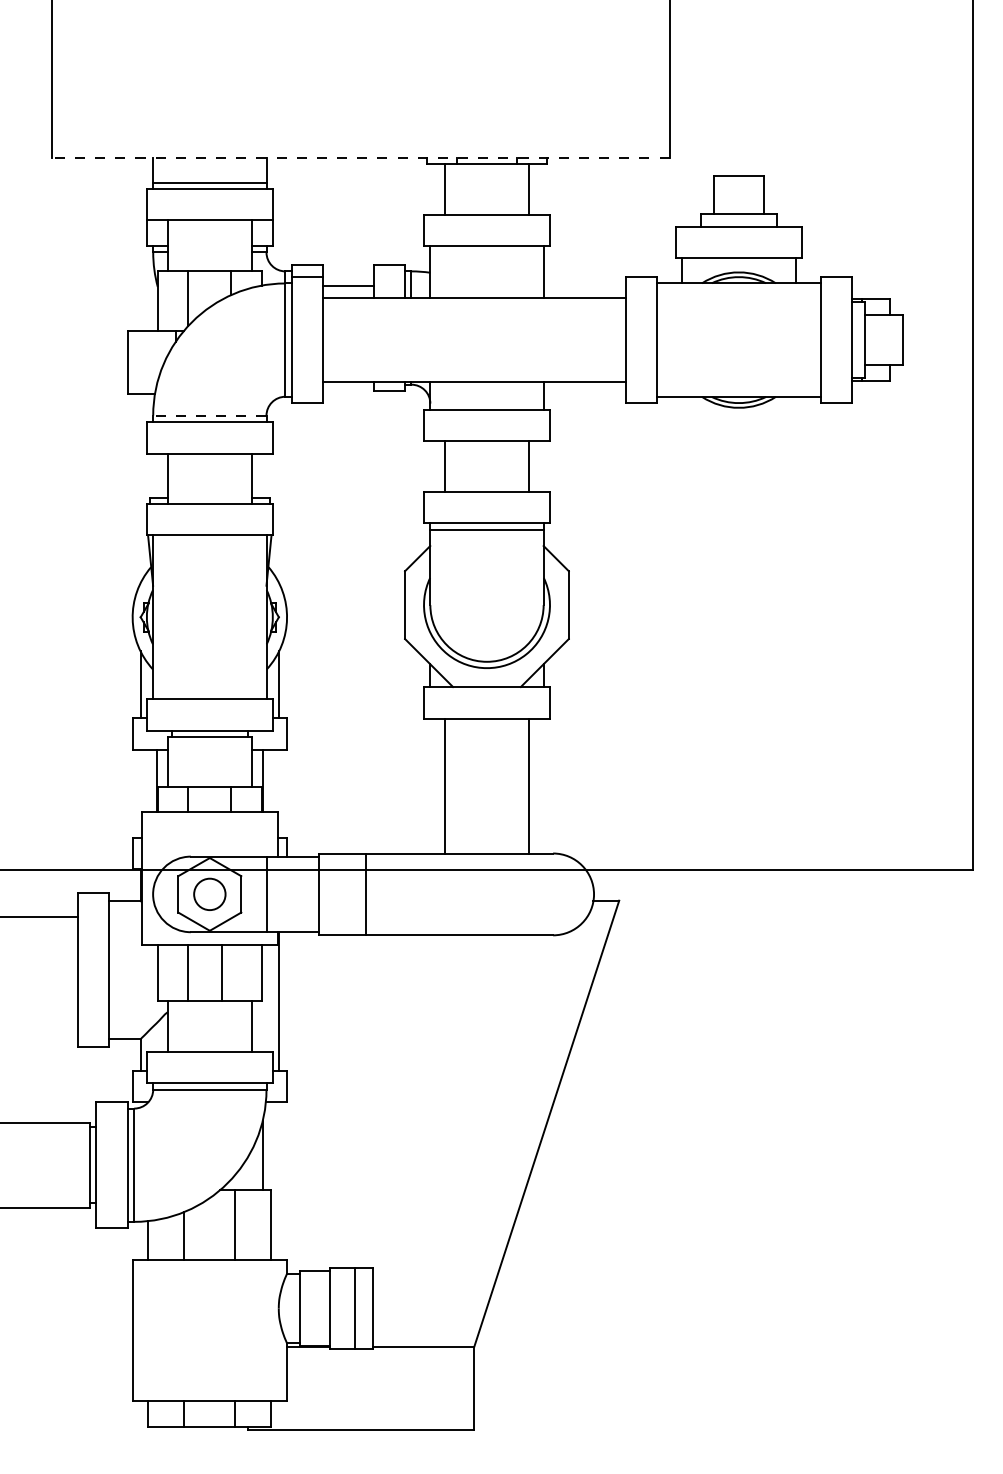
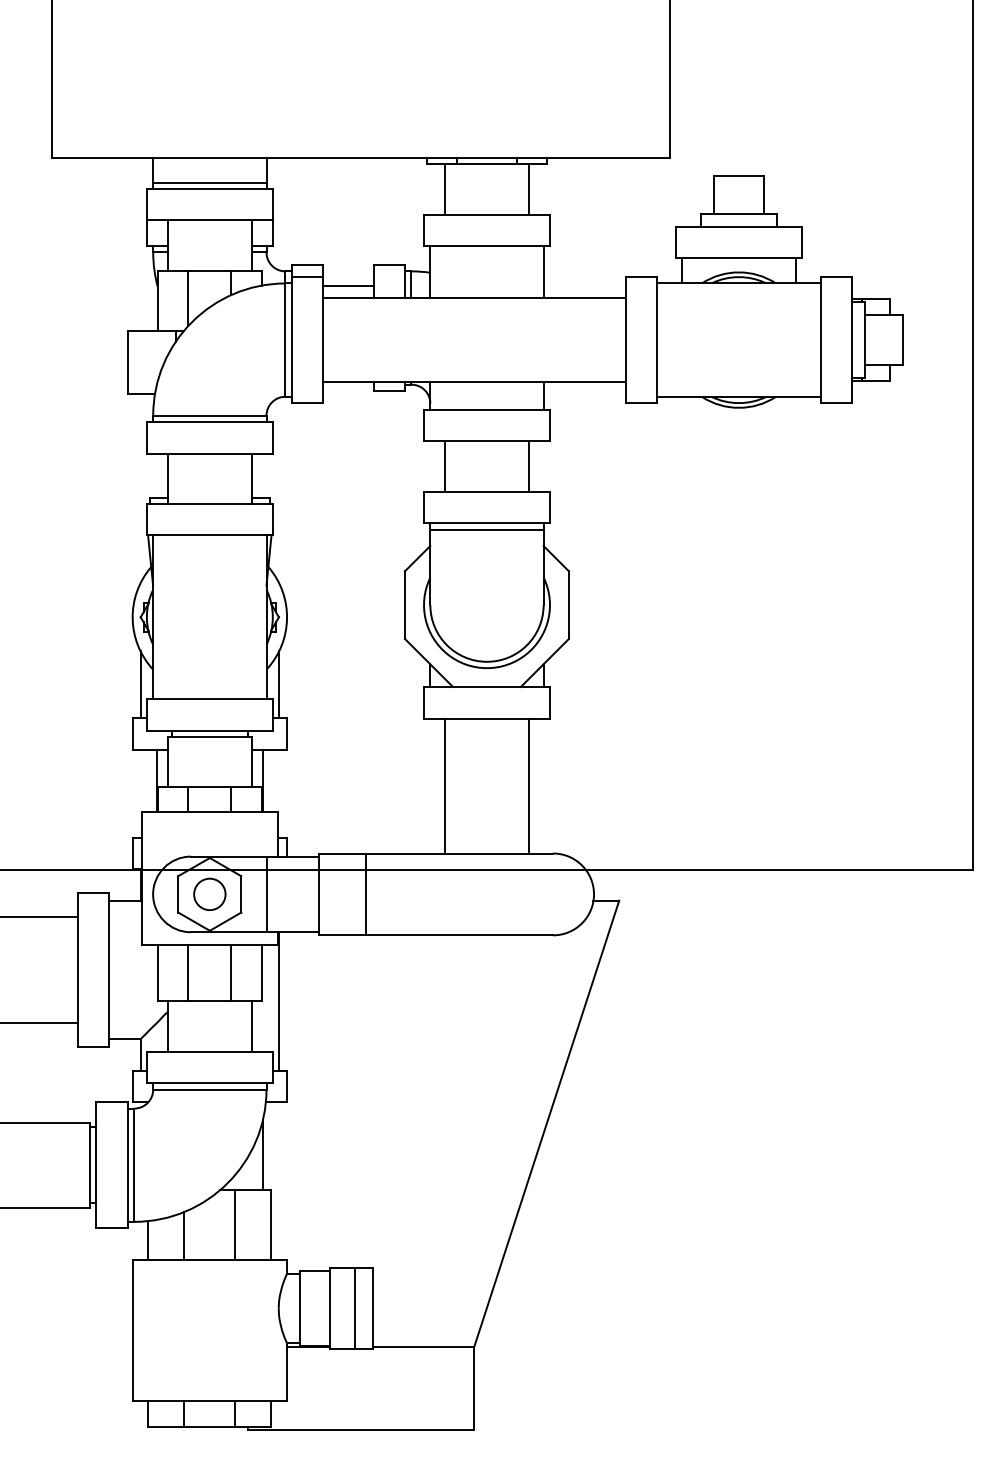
line at (360, 157): dashed -> solid
line at (209, 415): dashed -> solid
line at (222, 972) position: (222, 972) -> (231, 972)
line at (39, 1022): none -> present
